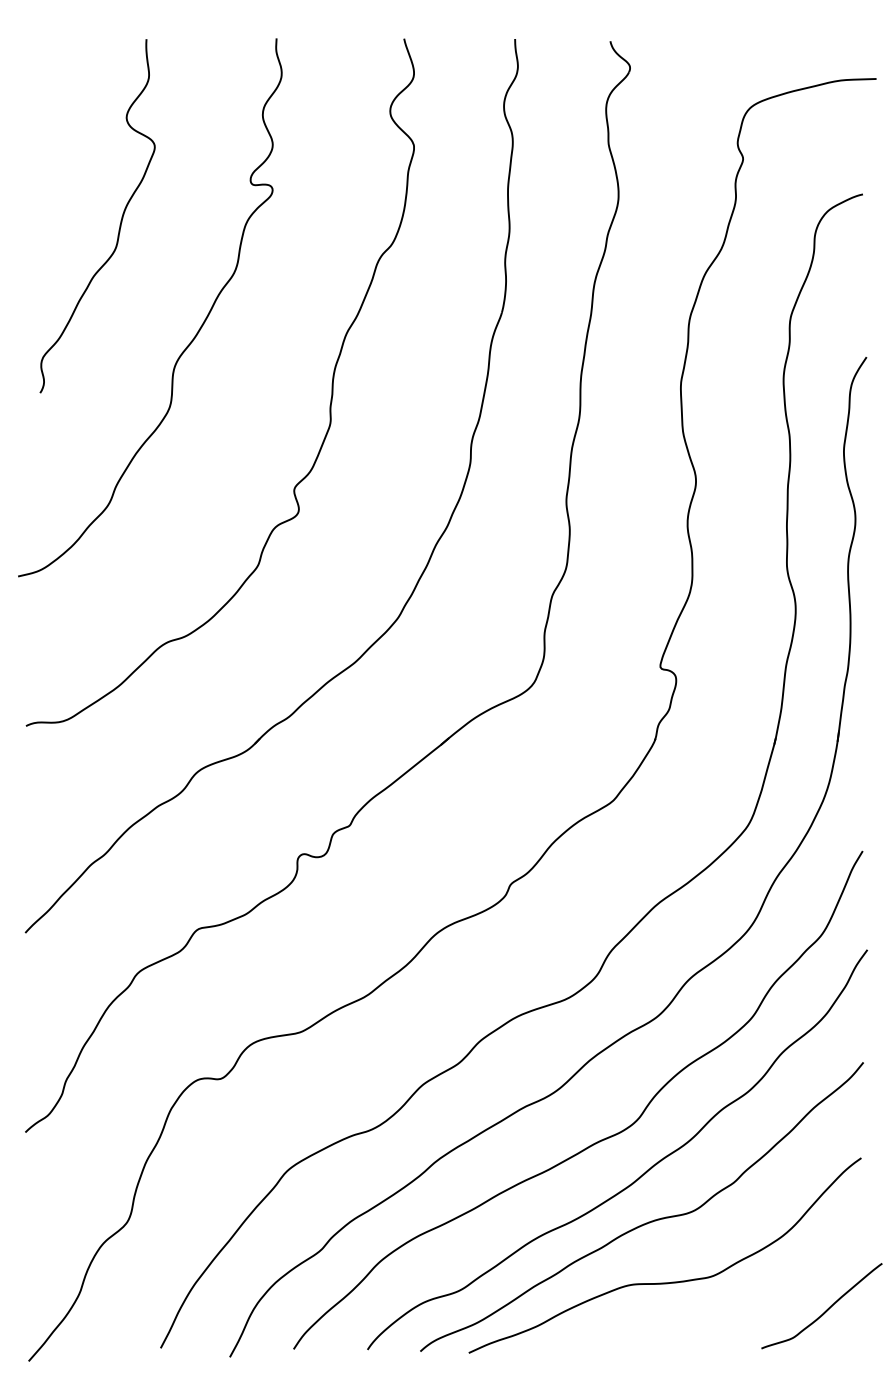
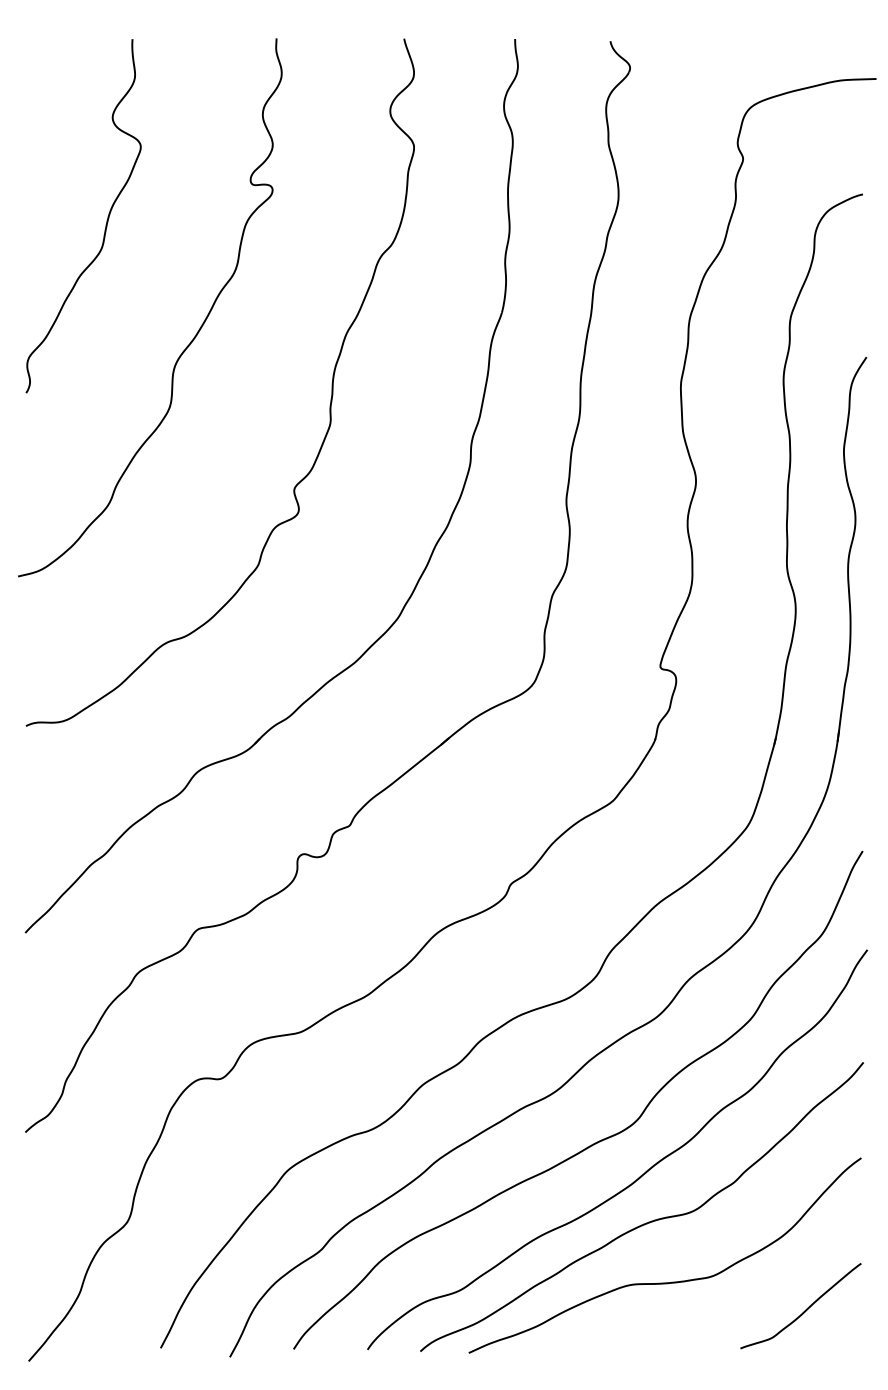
curve at (120, 220) position: (120, 220) -> (106, 220)
curve at (825, 1310) position: (825, 1310) -> (804, 1310)
